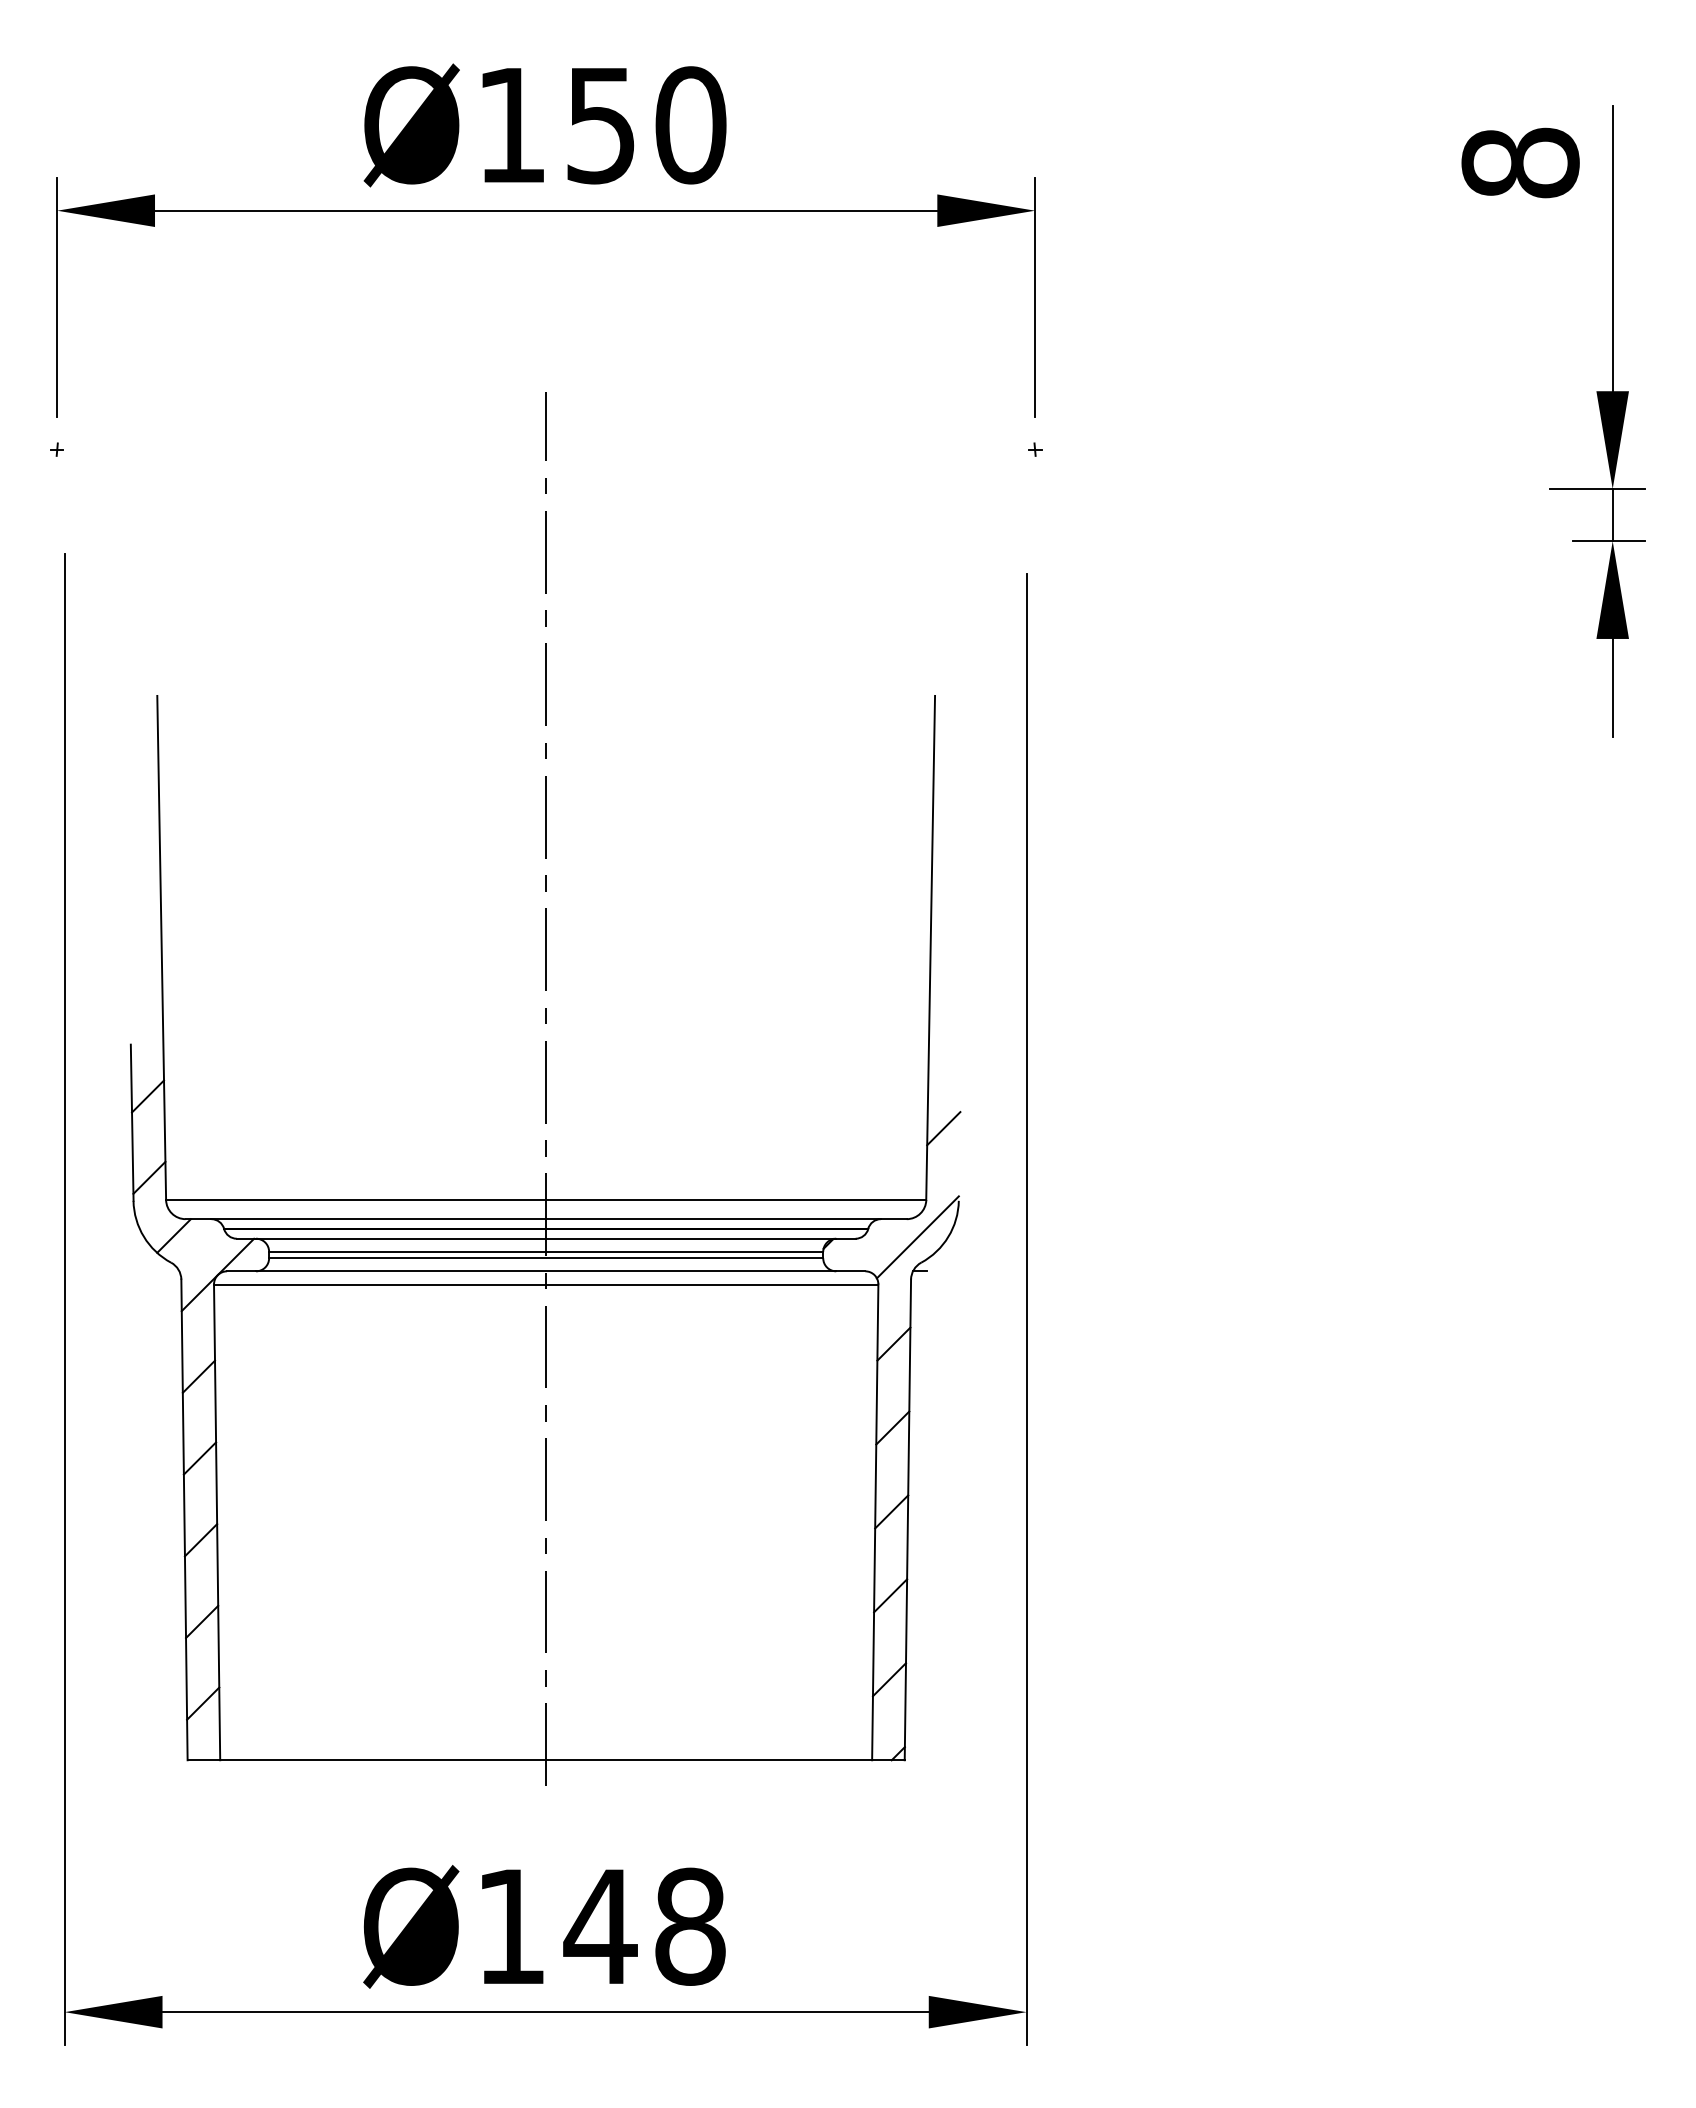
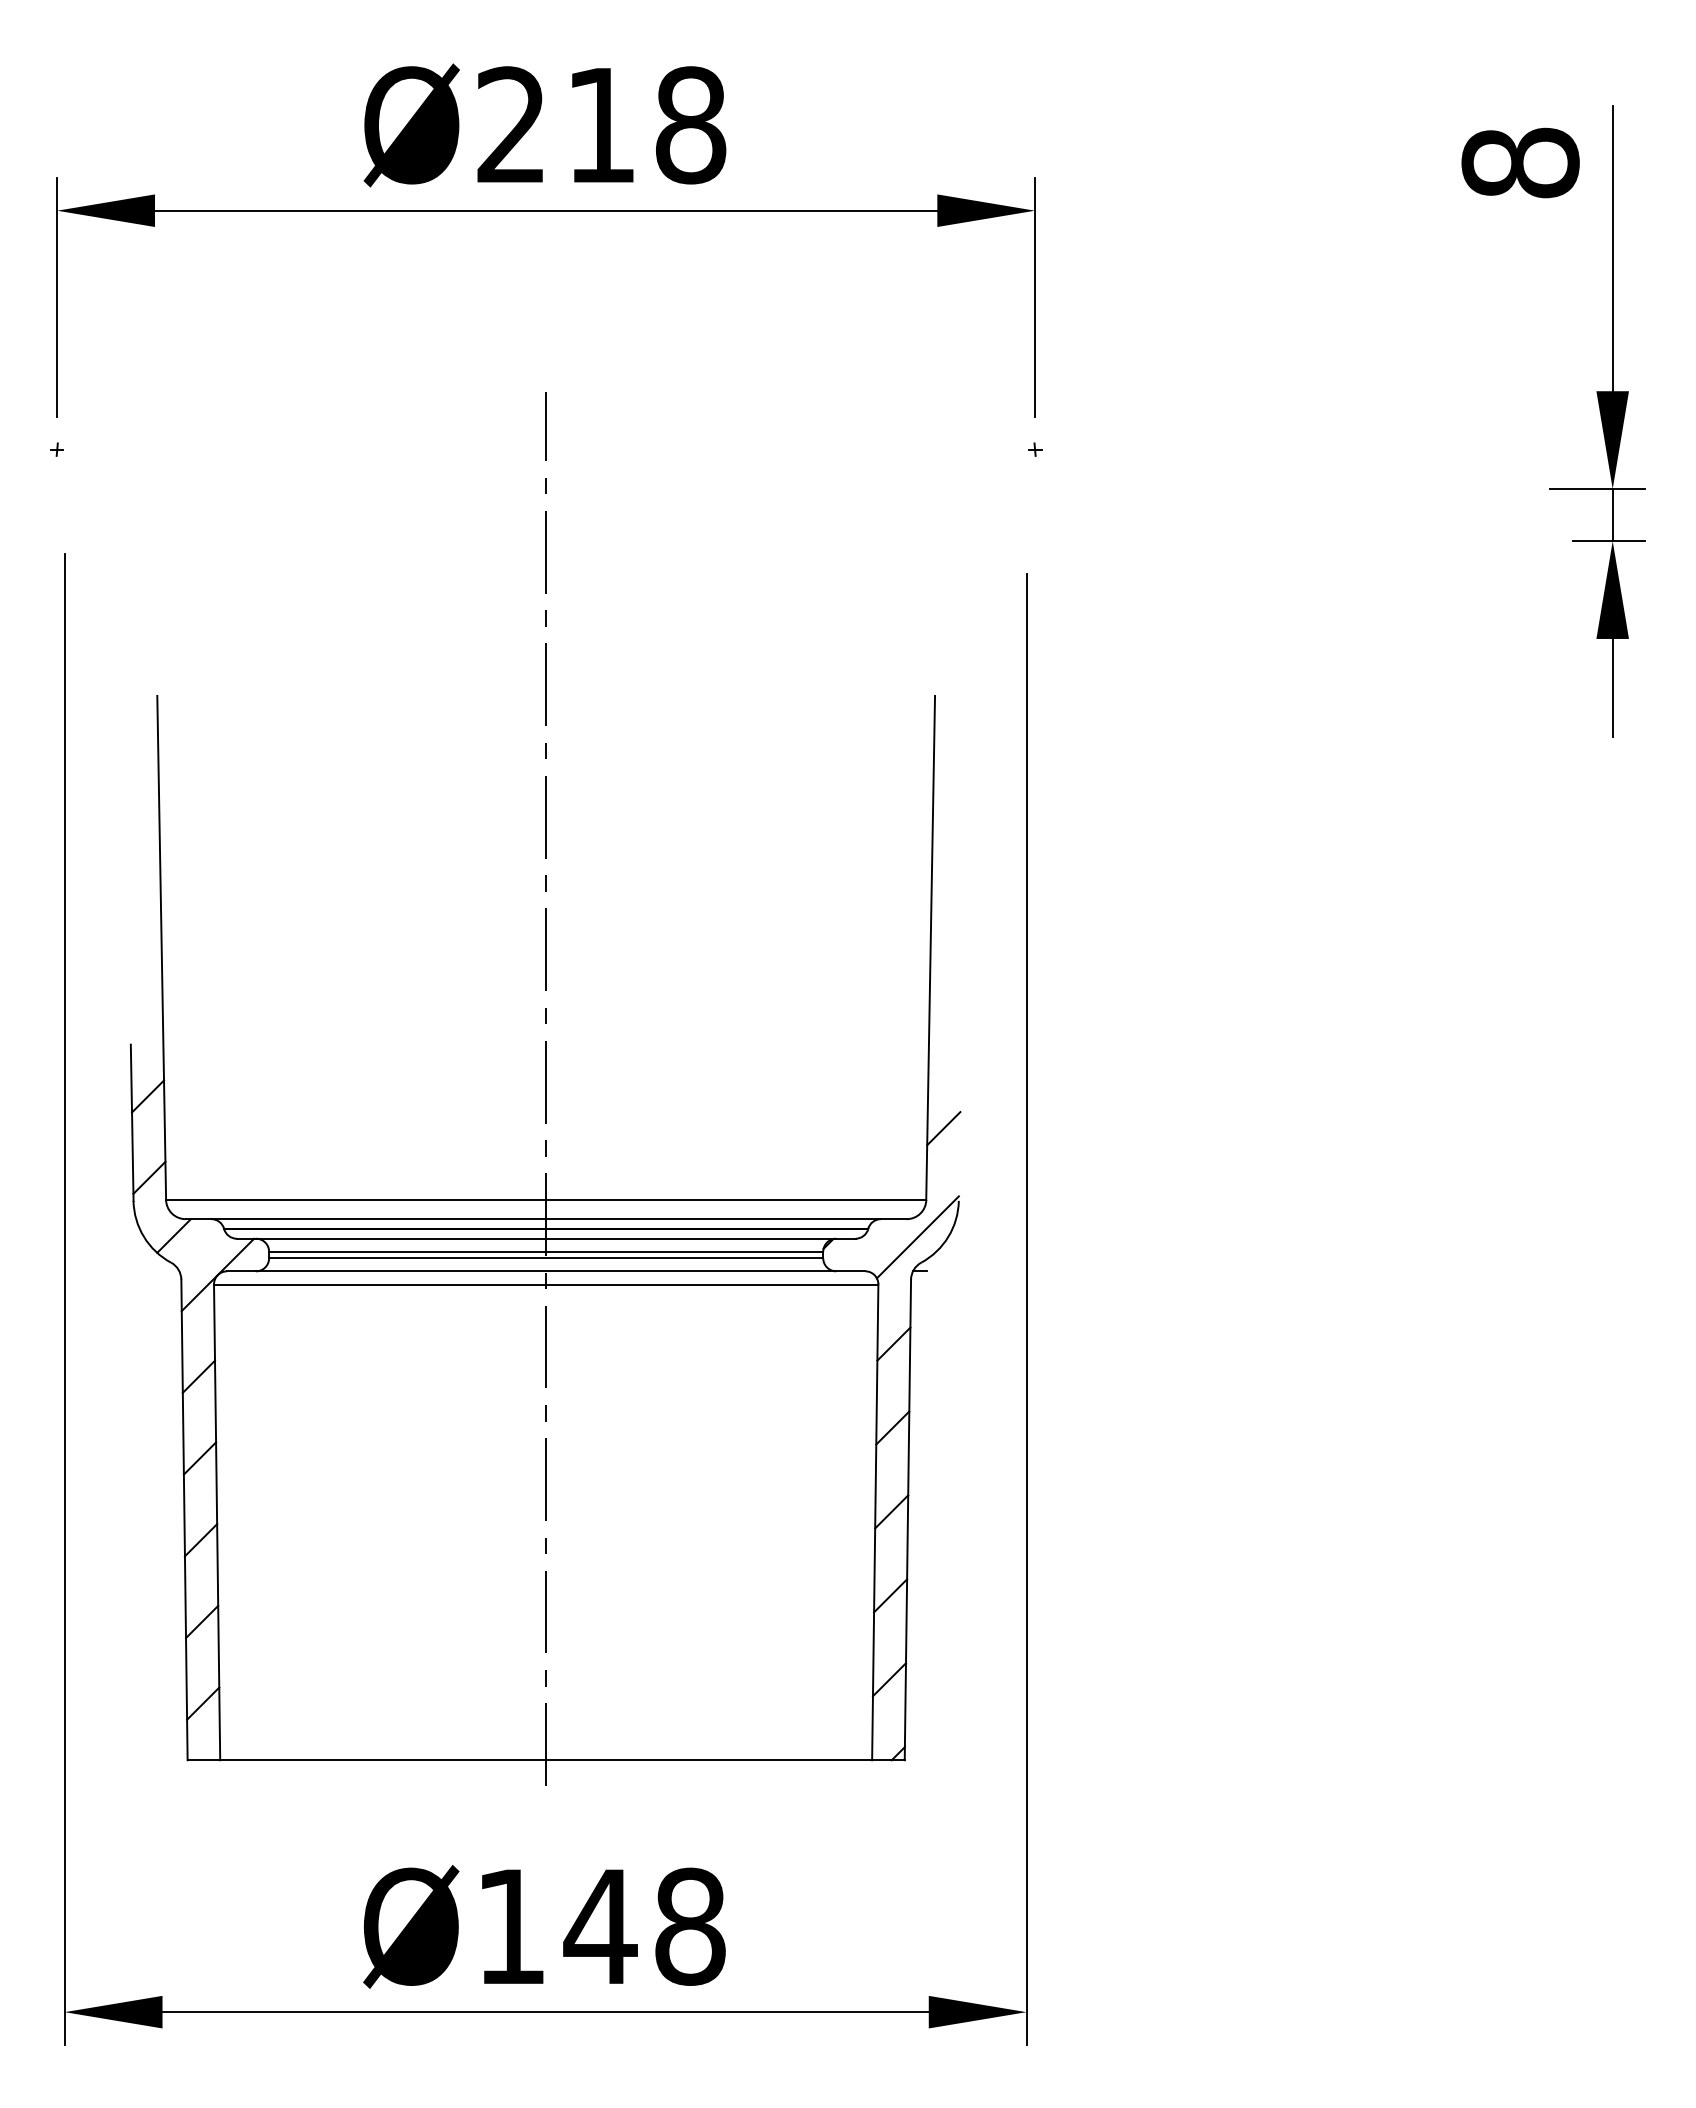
text at (601, 125): Ø150 -> Ø218
